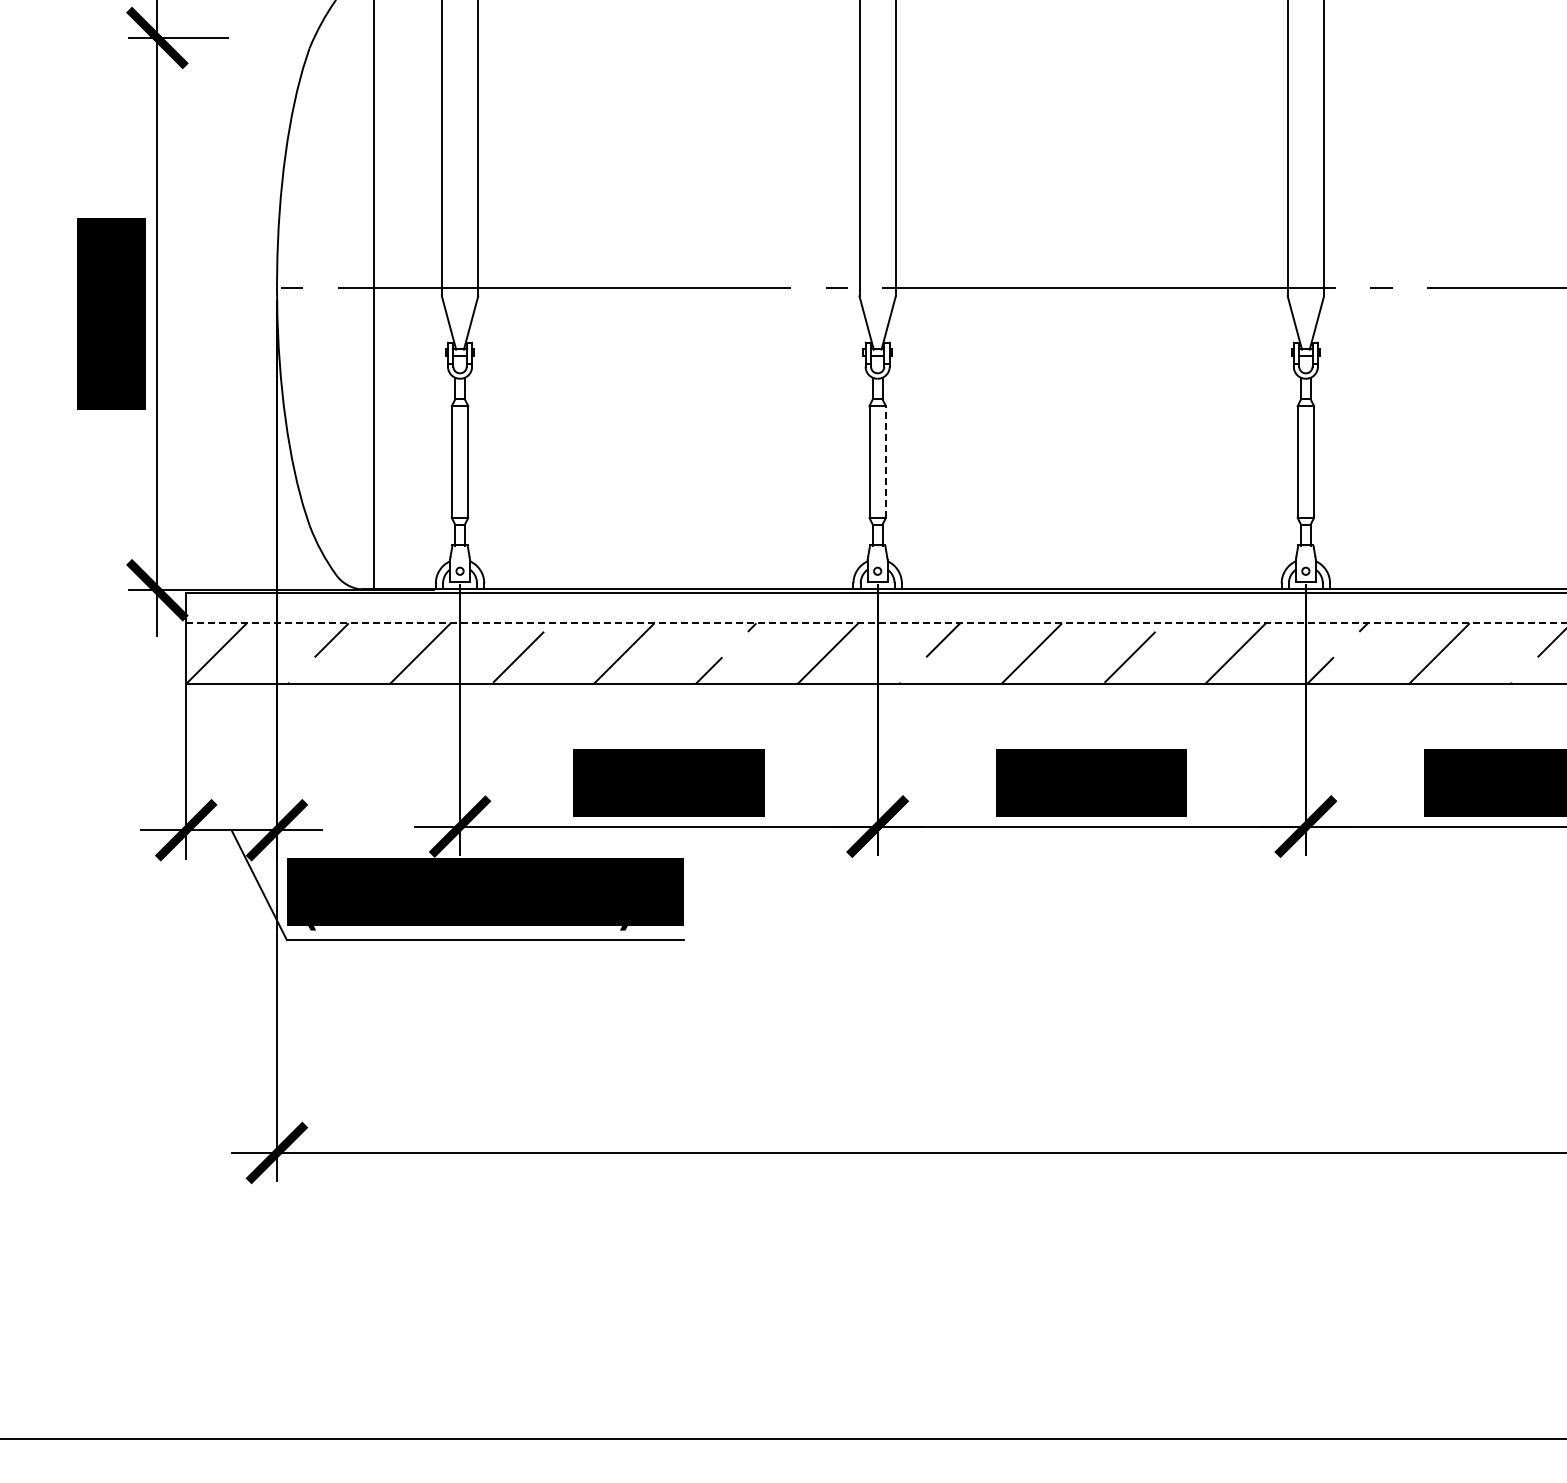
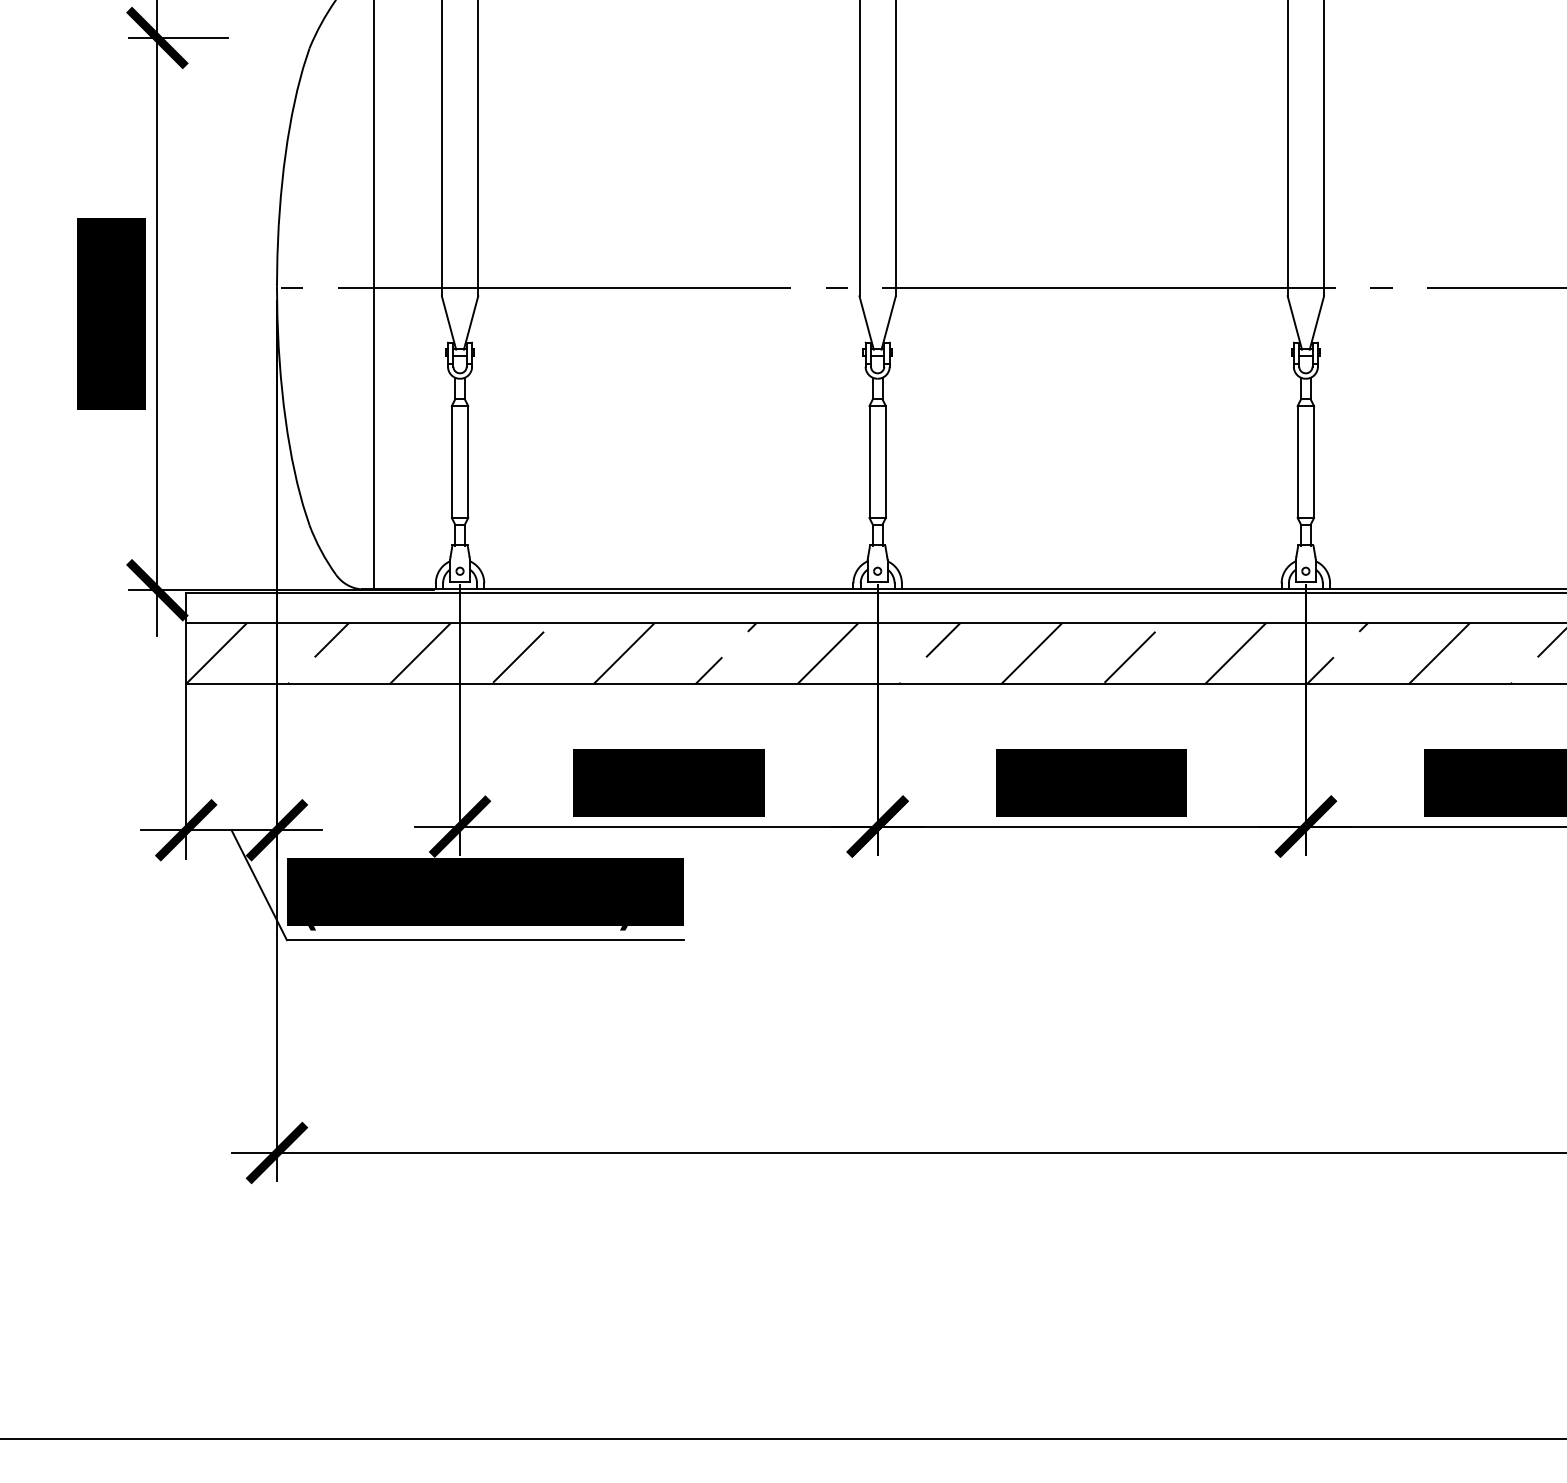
line at (885, 462): dashed -> solid
line at (877, 623): dashed -> solid
